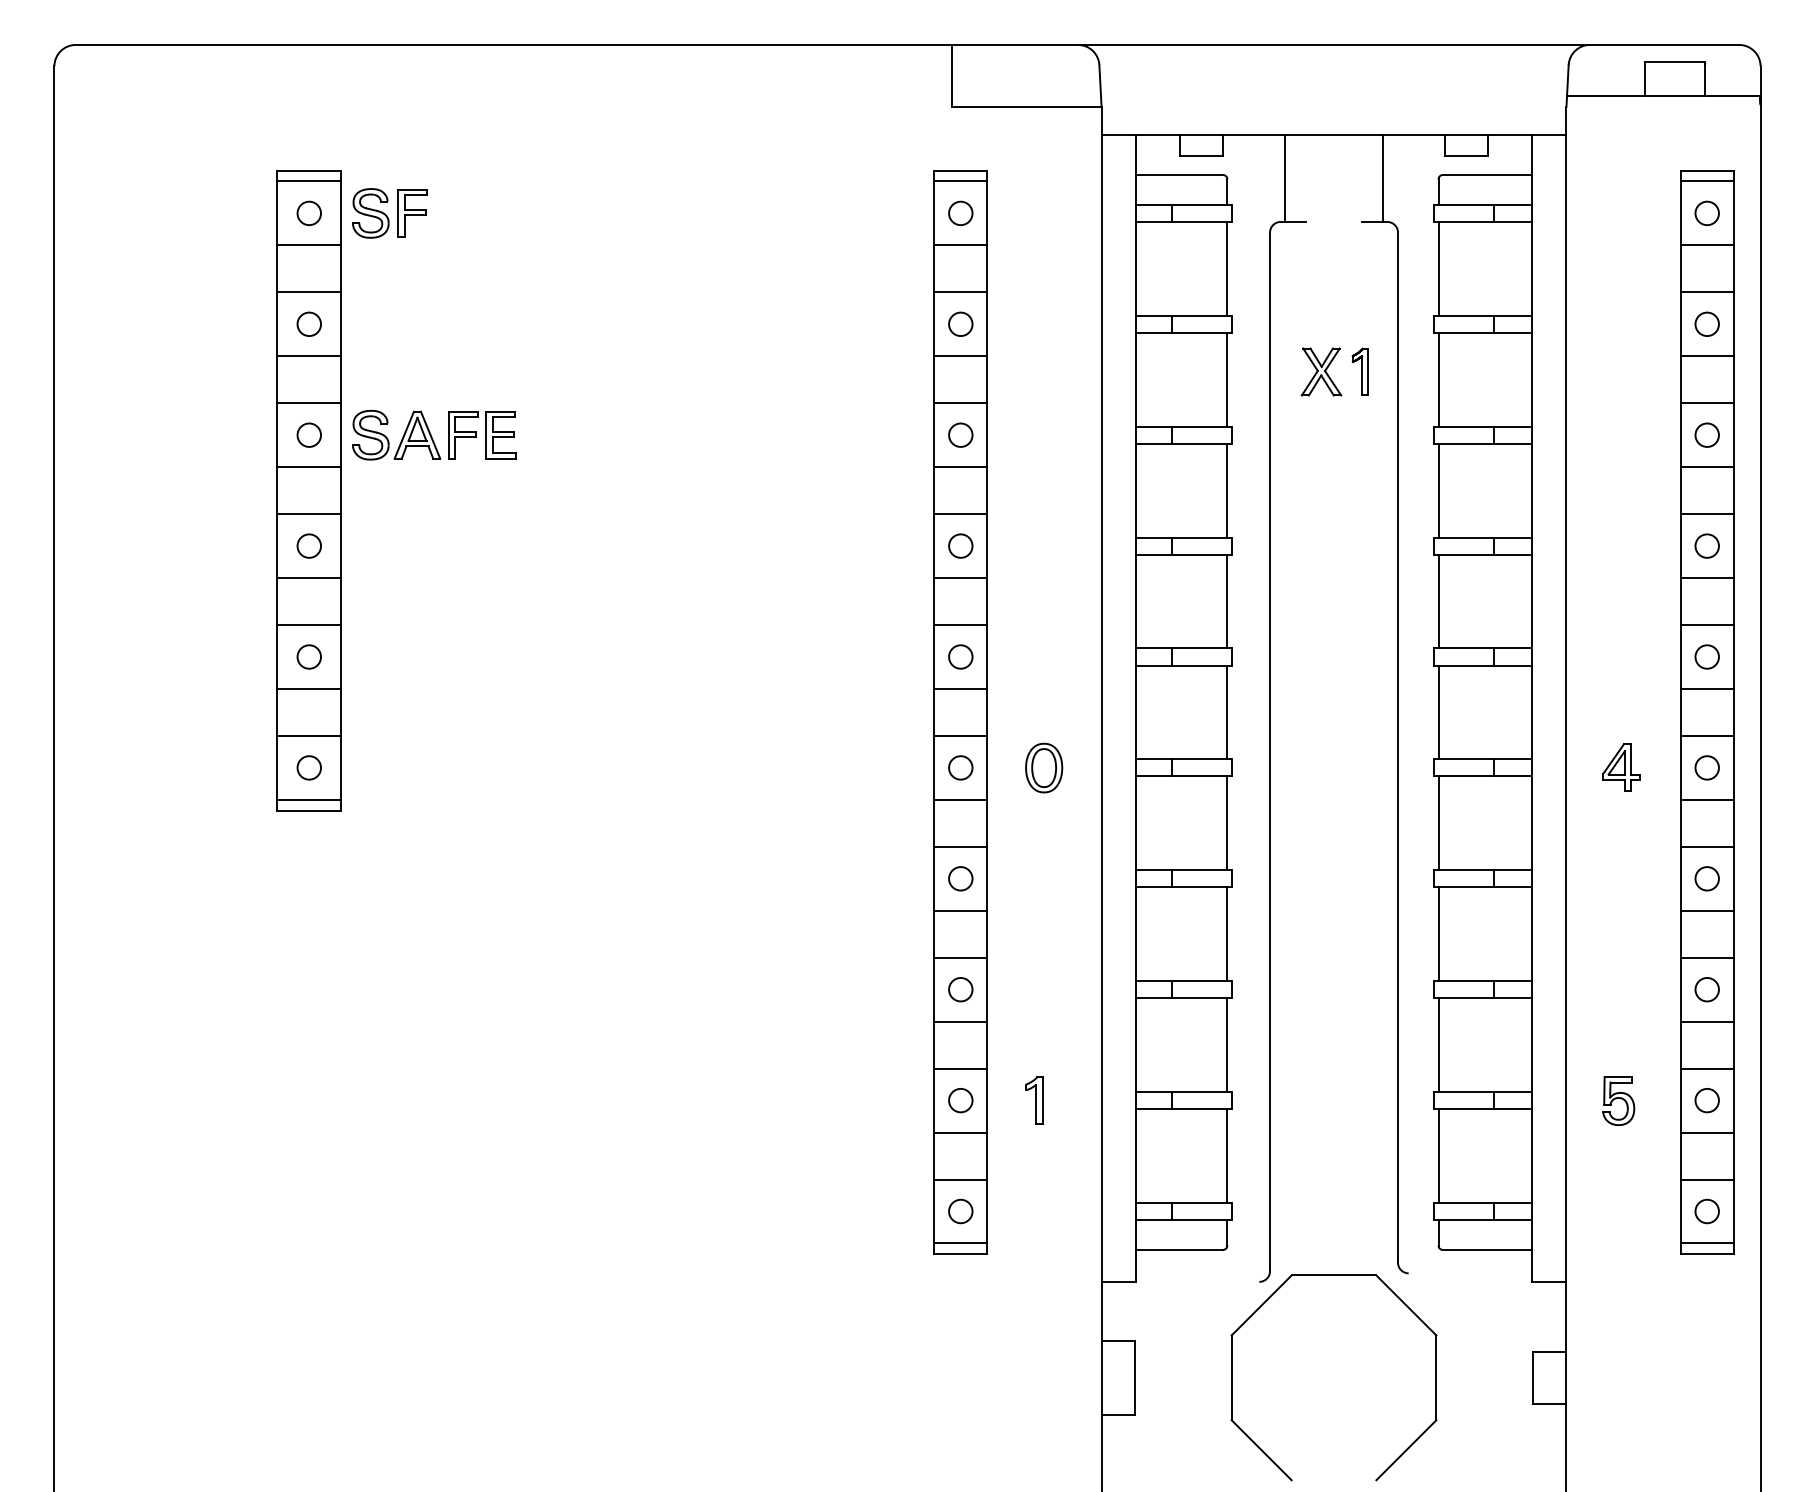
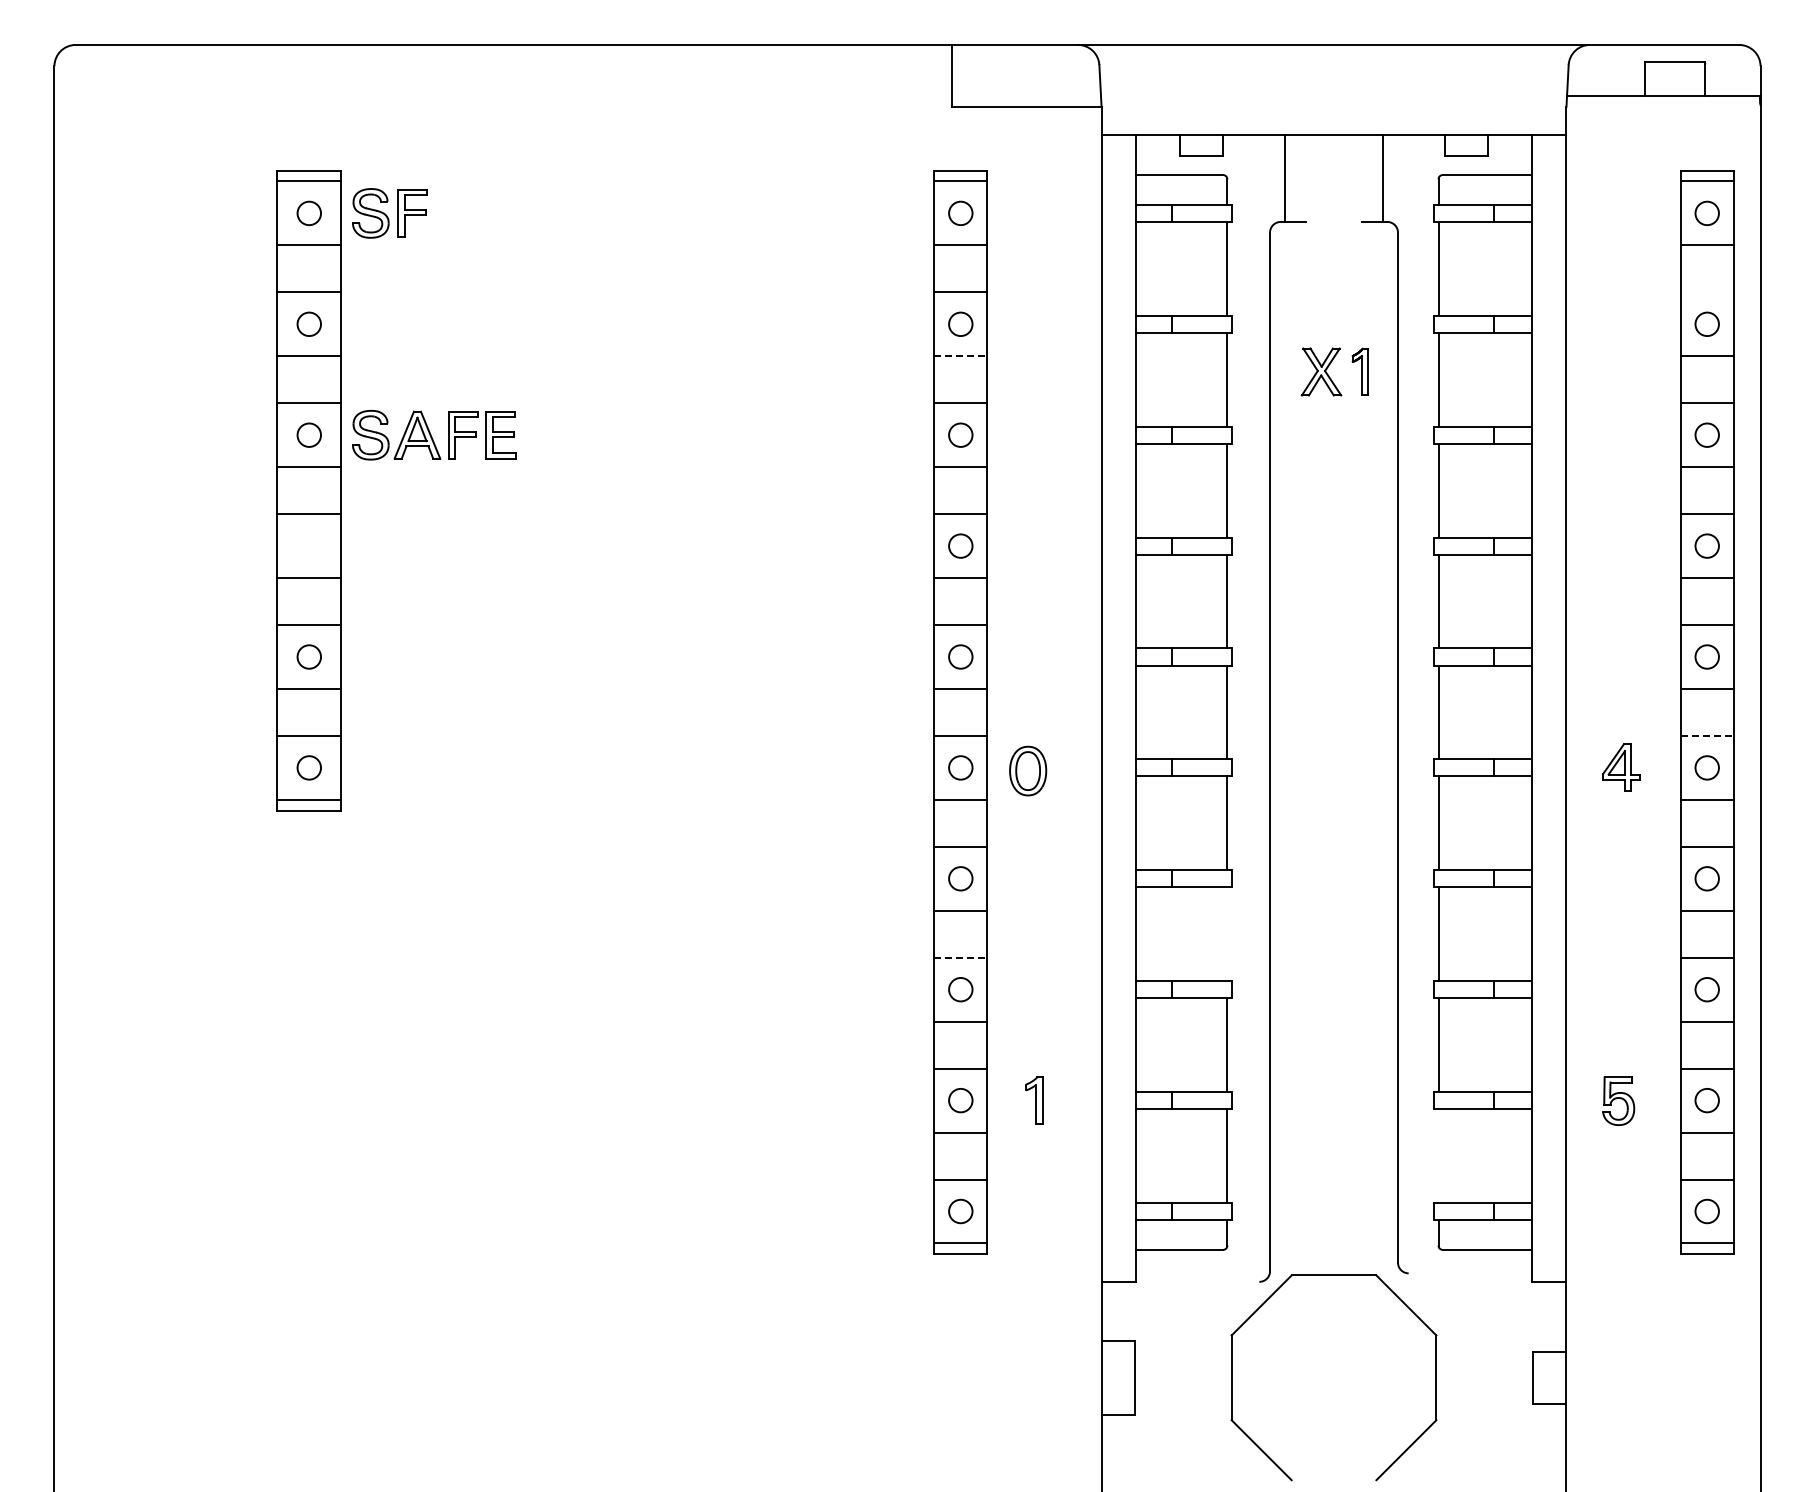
line at (1706, 292): present -> none
line at (960, 356): solid -> dashed
circle at (308, 545): present -> none
line at (1707, 735): solid -> dashed
part at (1044, 767) position: (1044, 767) -> (1028, 770)
line at (1227, 934): present -> none
line at (960, 957): solid -> dashed
line at (1438, 1155): present -> none
